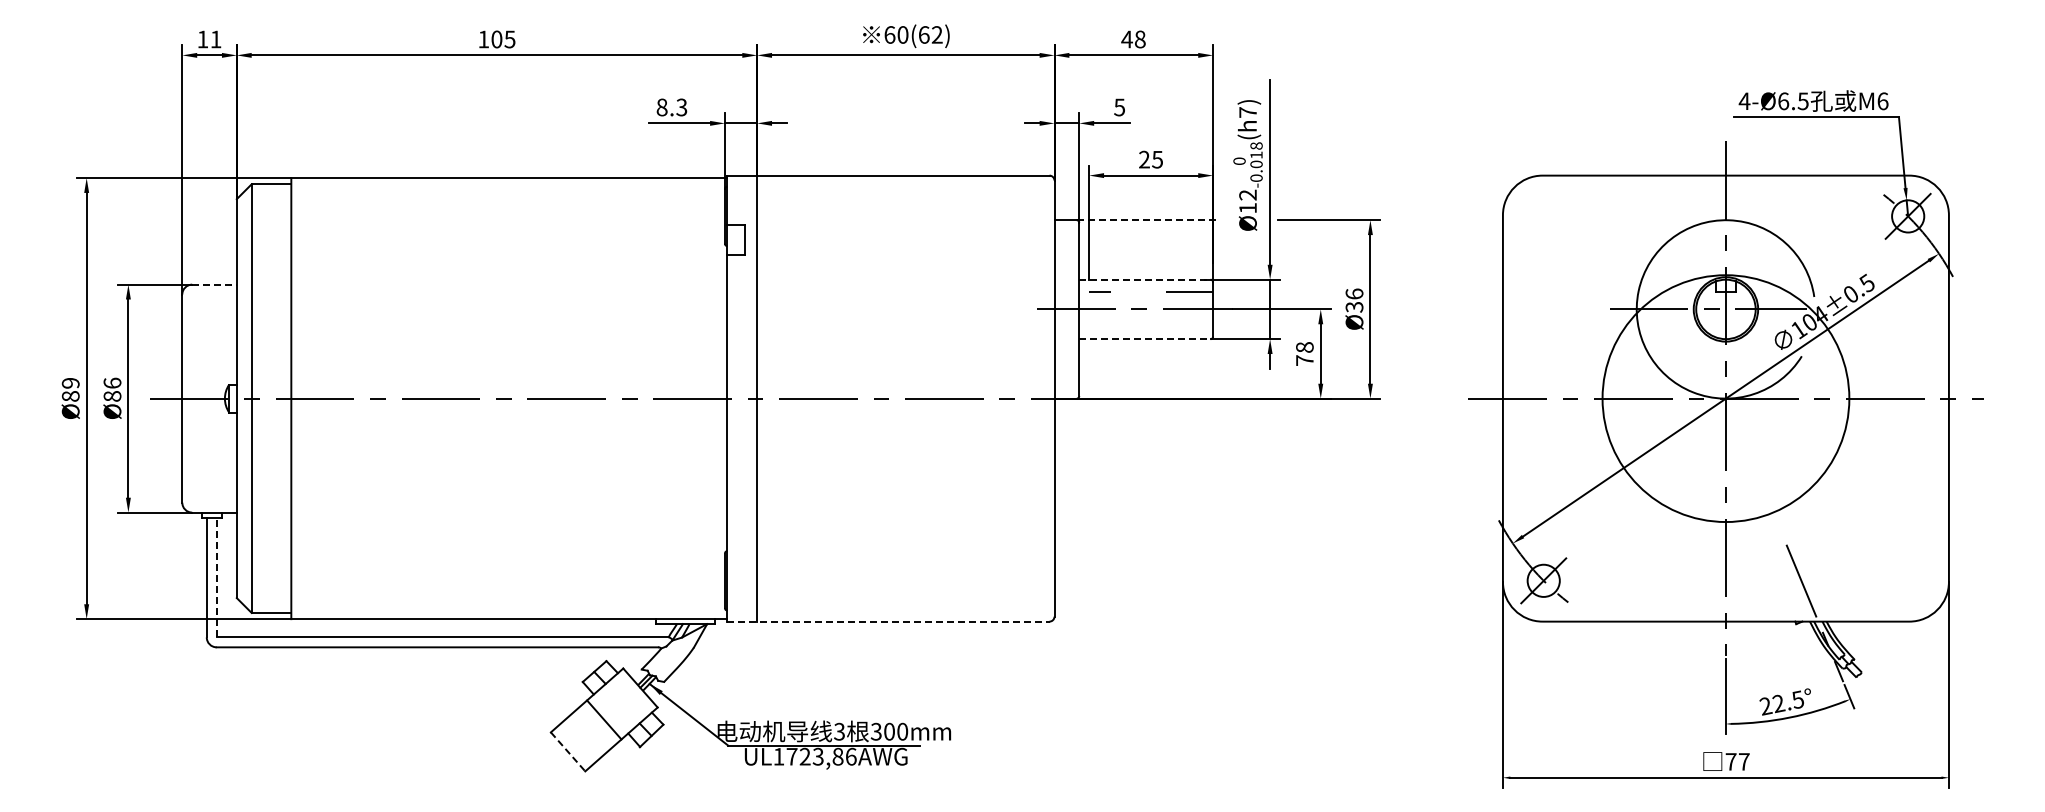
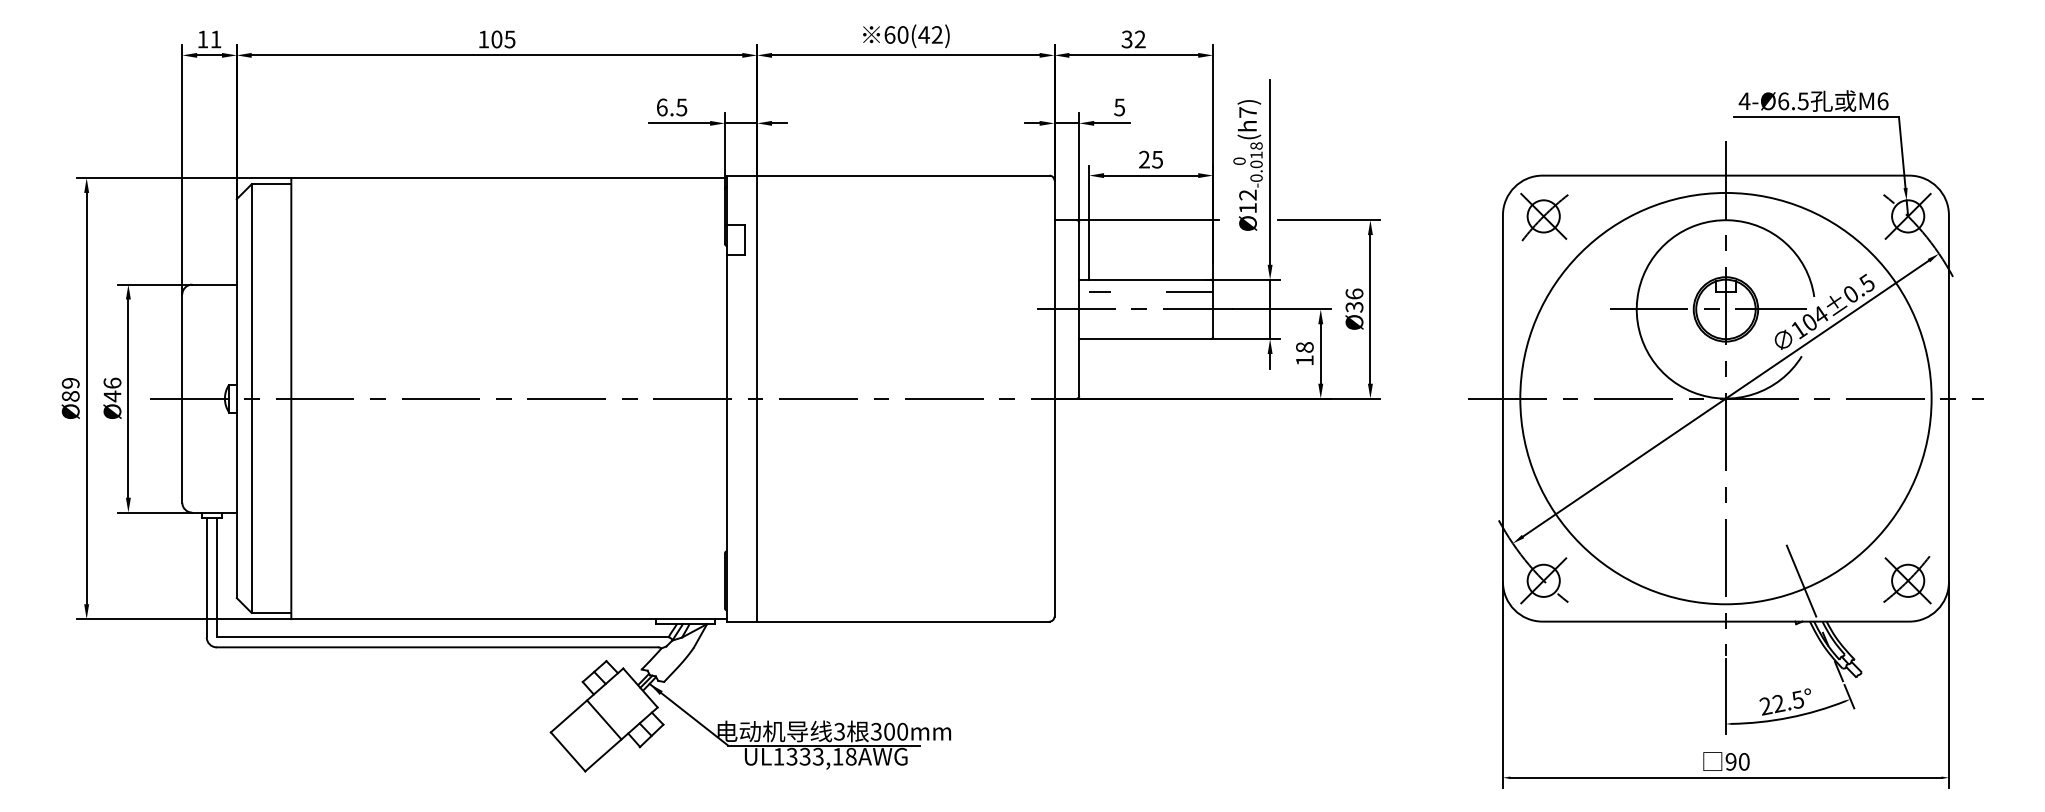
text at (923, 34): 60(62) -> 60(42)
text at (1133, 39): 48 -> 32
text at (671, 107): 8.3 -> 6.5
part at (1544, 216): none -> present
line at (1147, 220): dashed -> solid
line at (1144, 279): dashed -> solid
line at (215, 284): dashed -> solid
line at (1144, 339): dashed -> solid
text at (1304, 360): 78 -> 18
text at (112, 396): Ø86 -> Ø46
circle at (1725, 398) diameter: 247 px -> 411 px
line at (216, 577): dashed -> solid
part at (1907, 580): none -> present
line at (888, 621): dashed -> solid
line at (568, 752): dashed -> solid
text at (821, 756): UL1723,86AWG -> UL1333,18AWG
text at (1737, 761): 77 -> 90
